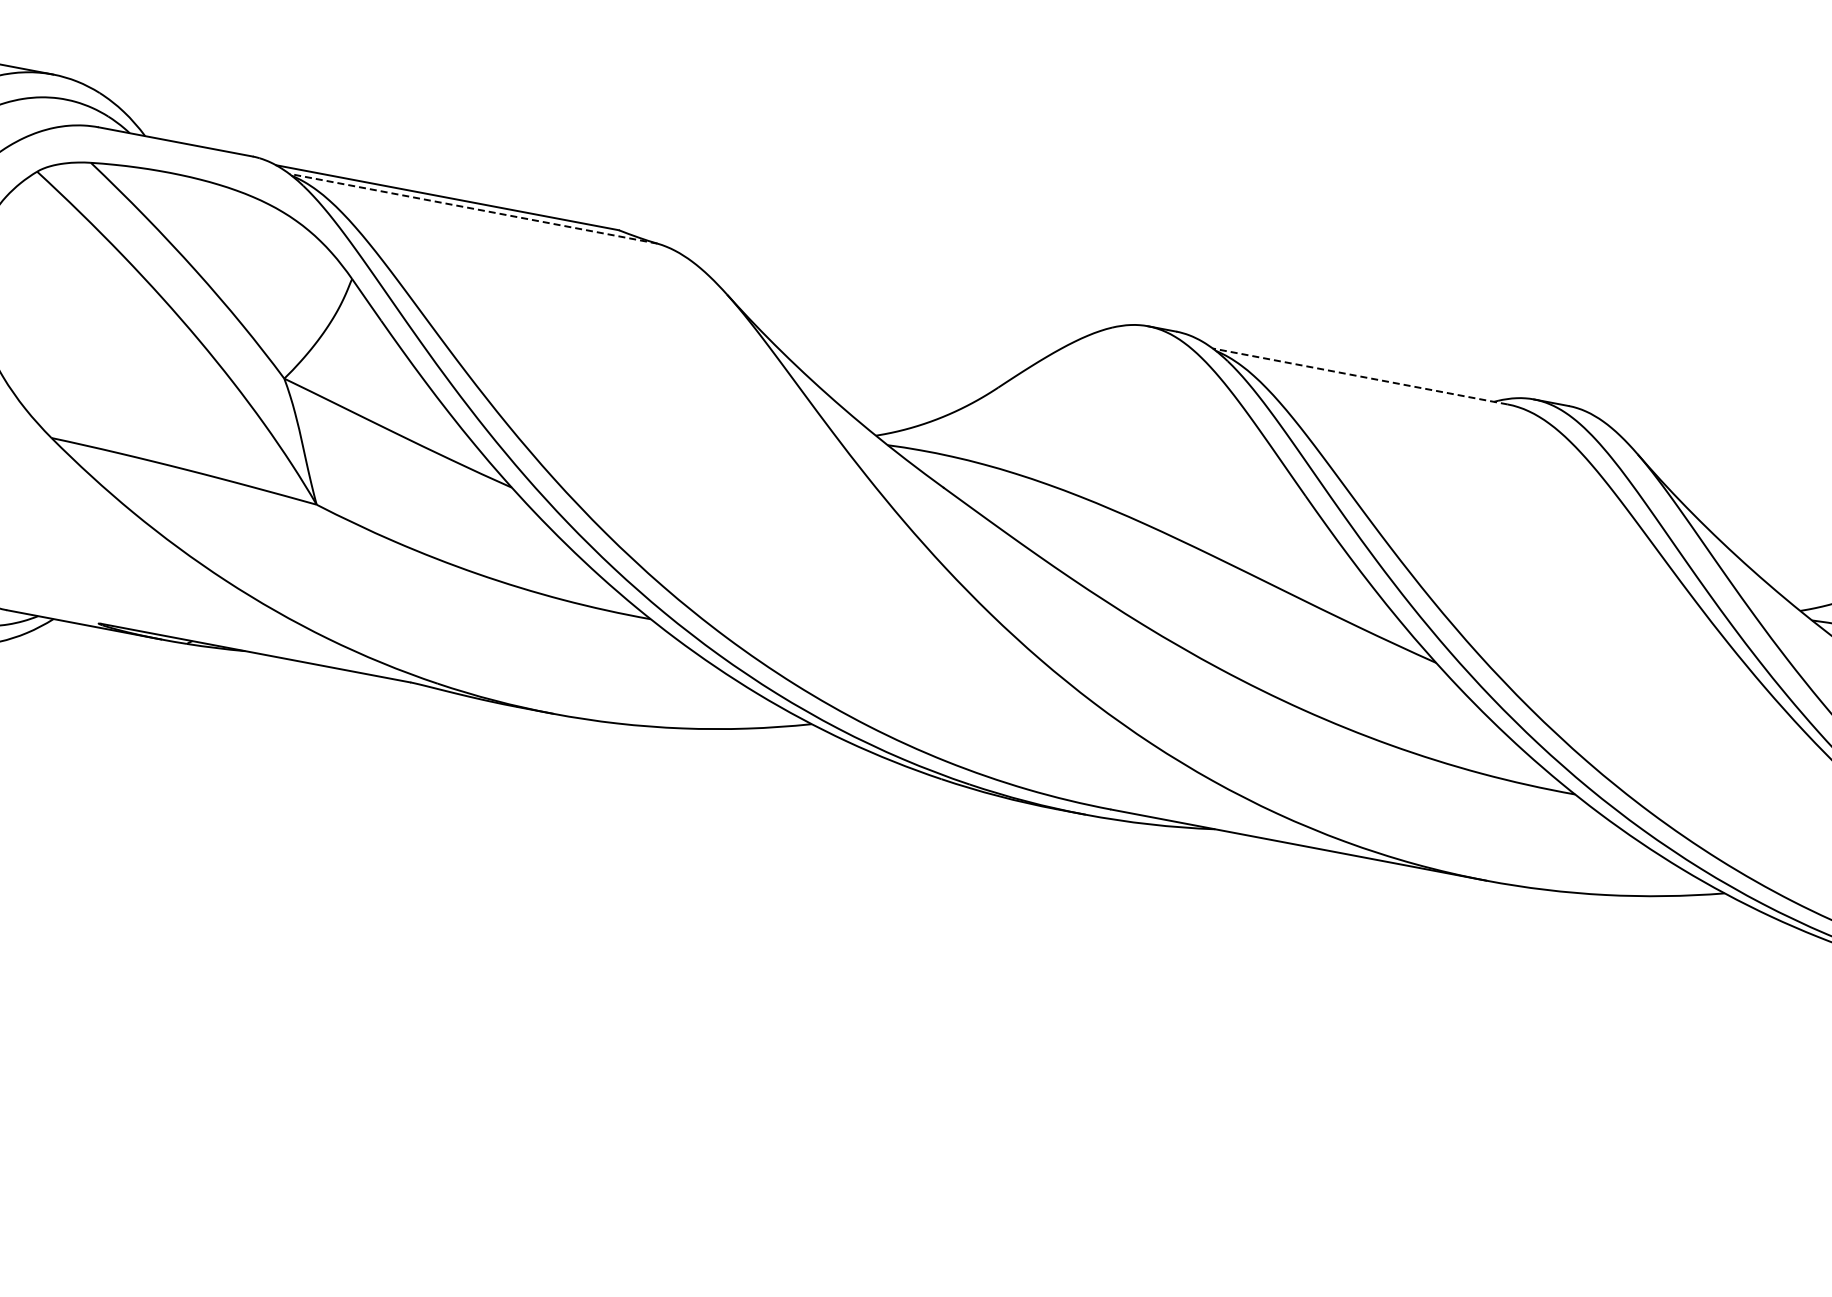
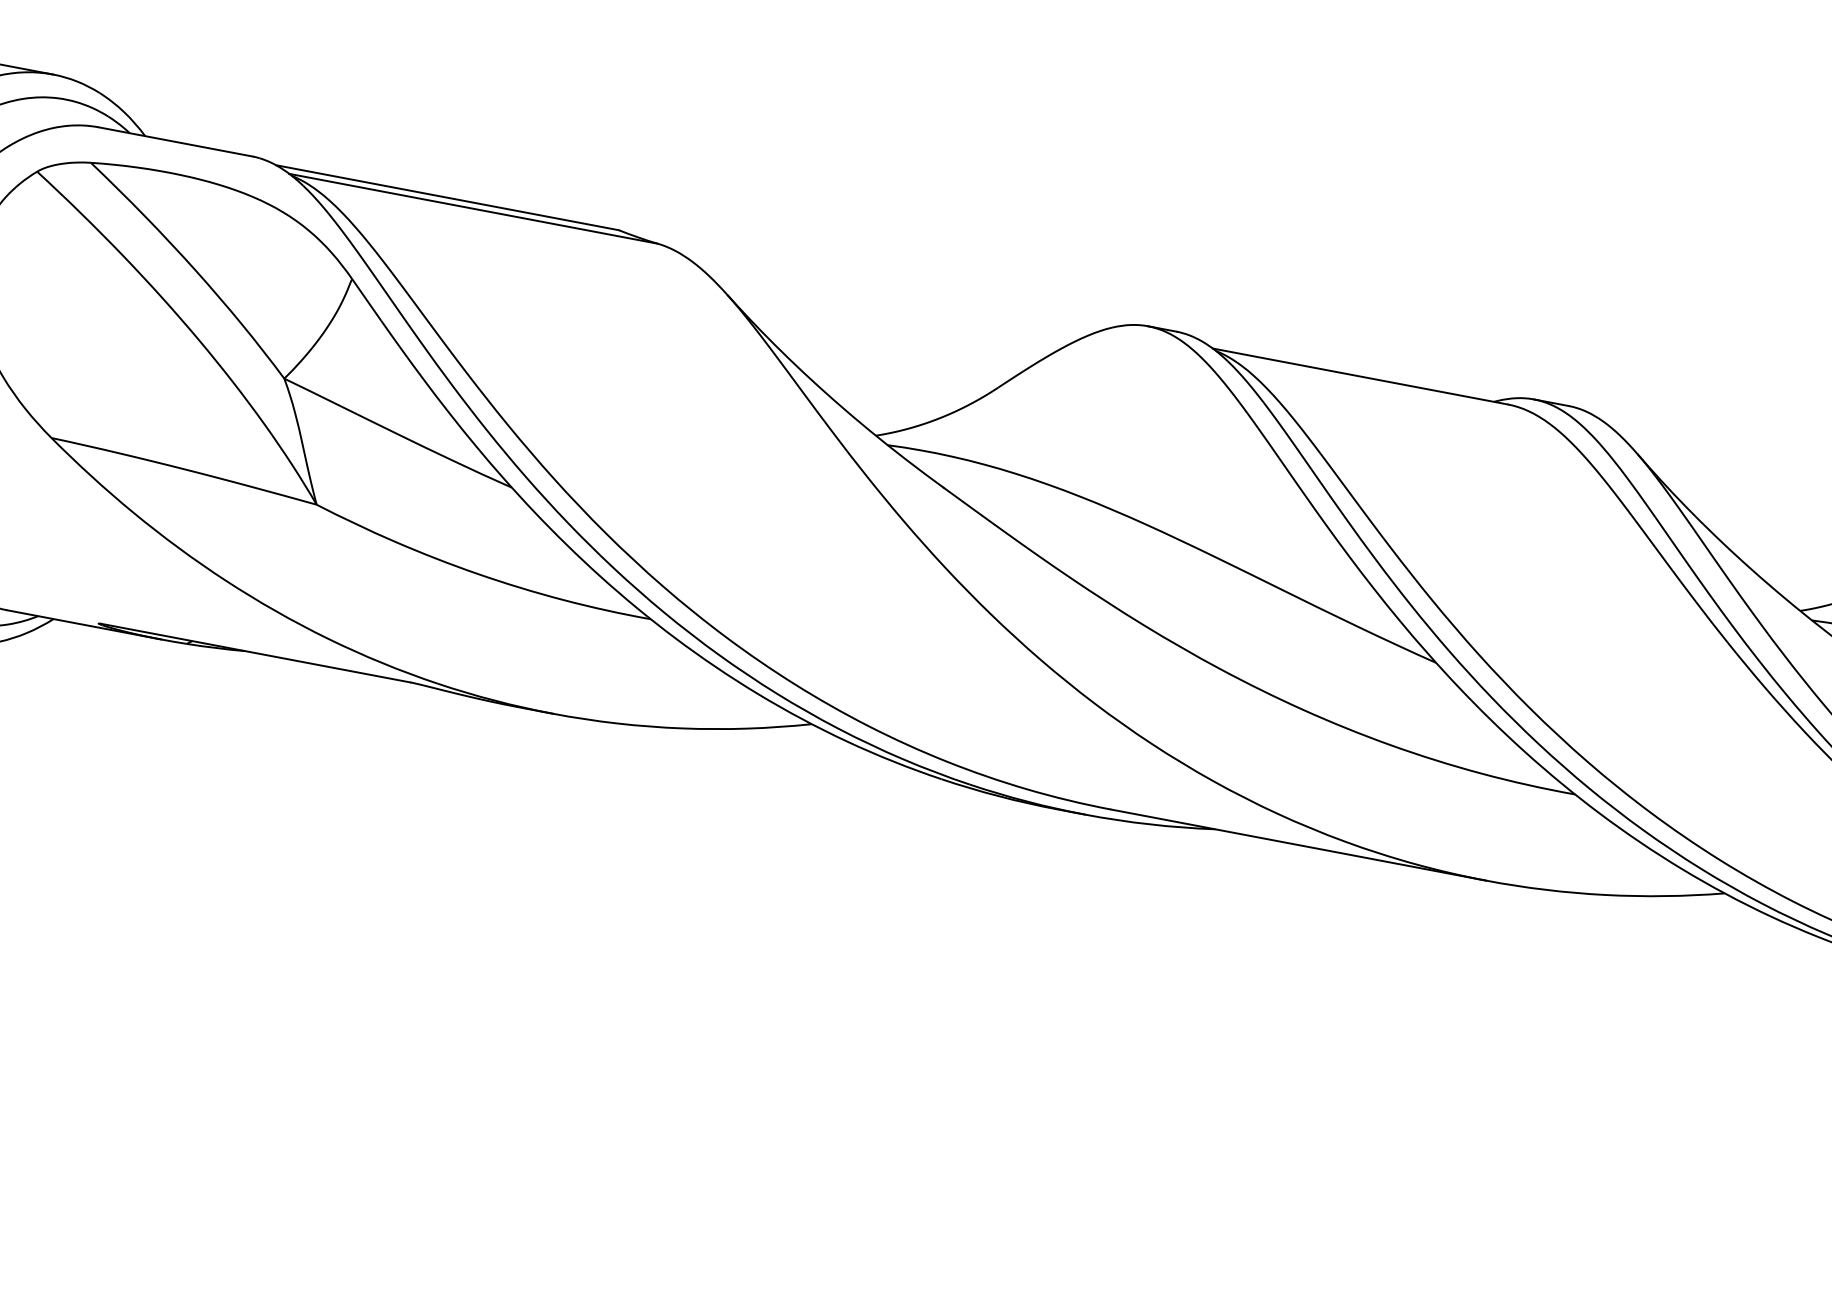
line at (473, 208): dashed -> solid
line at (1359, 376): dashed -> solid
